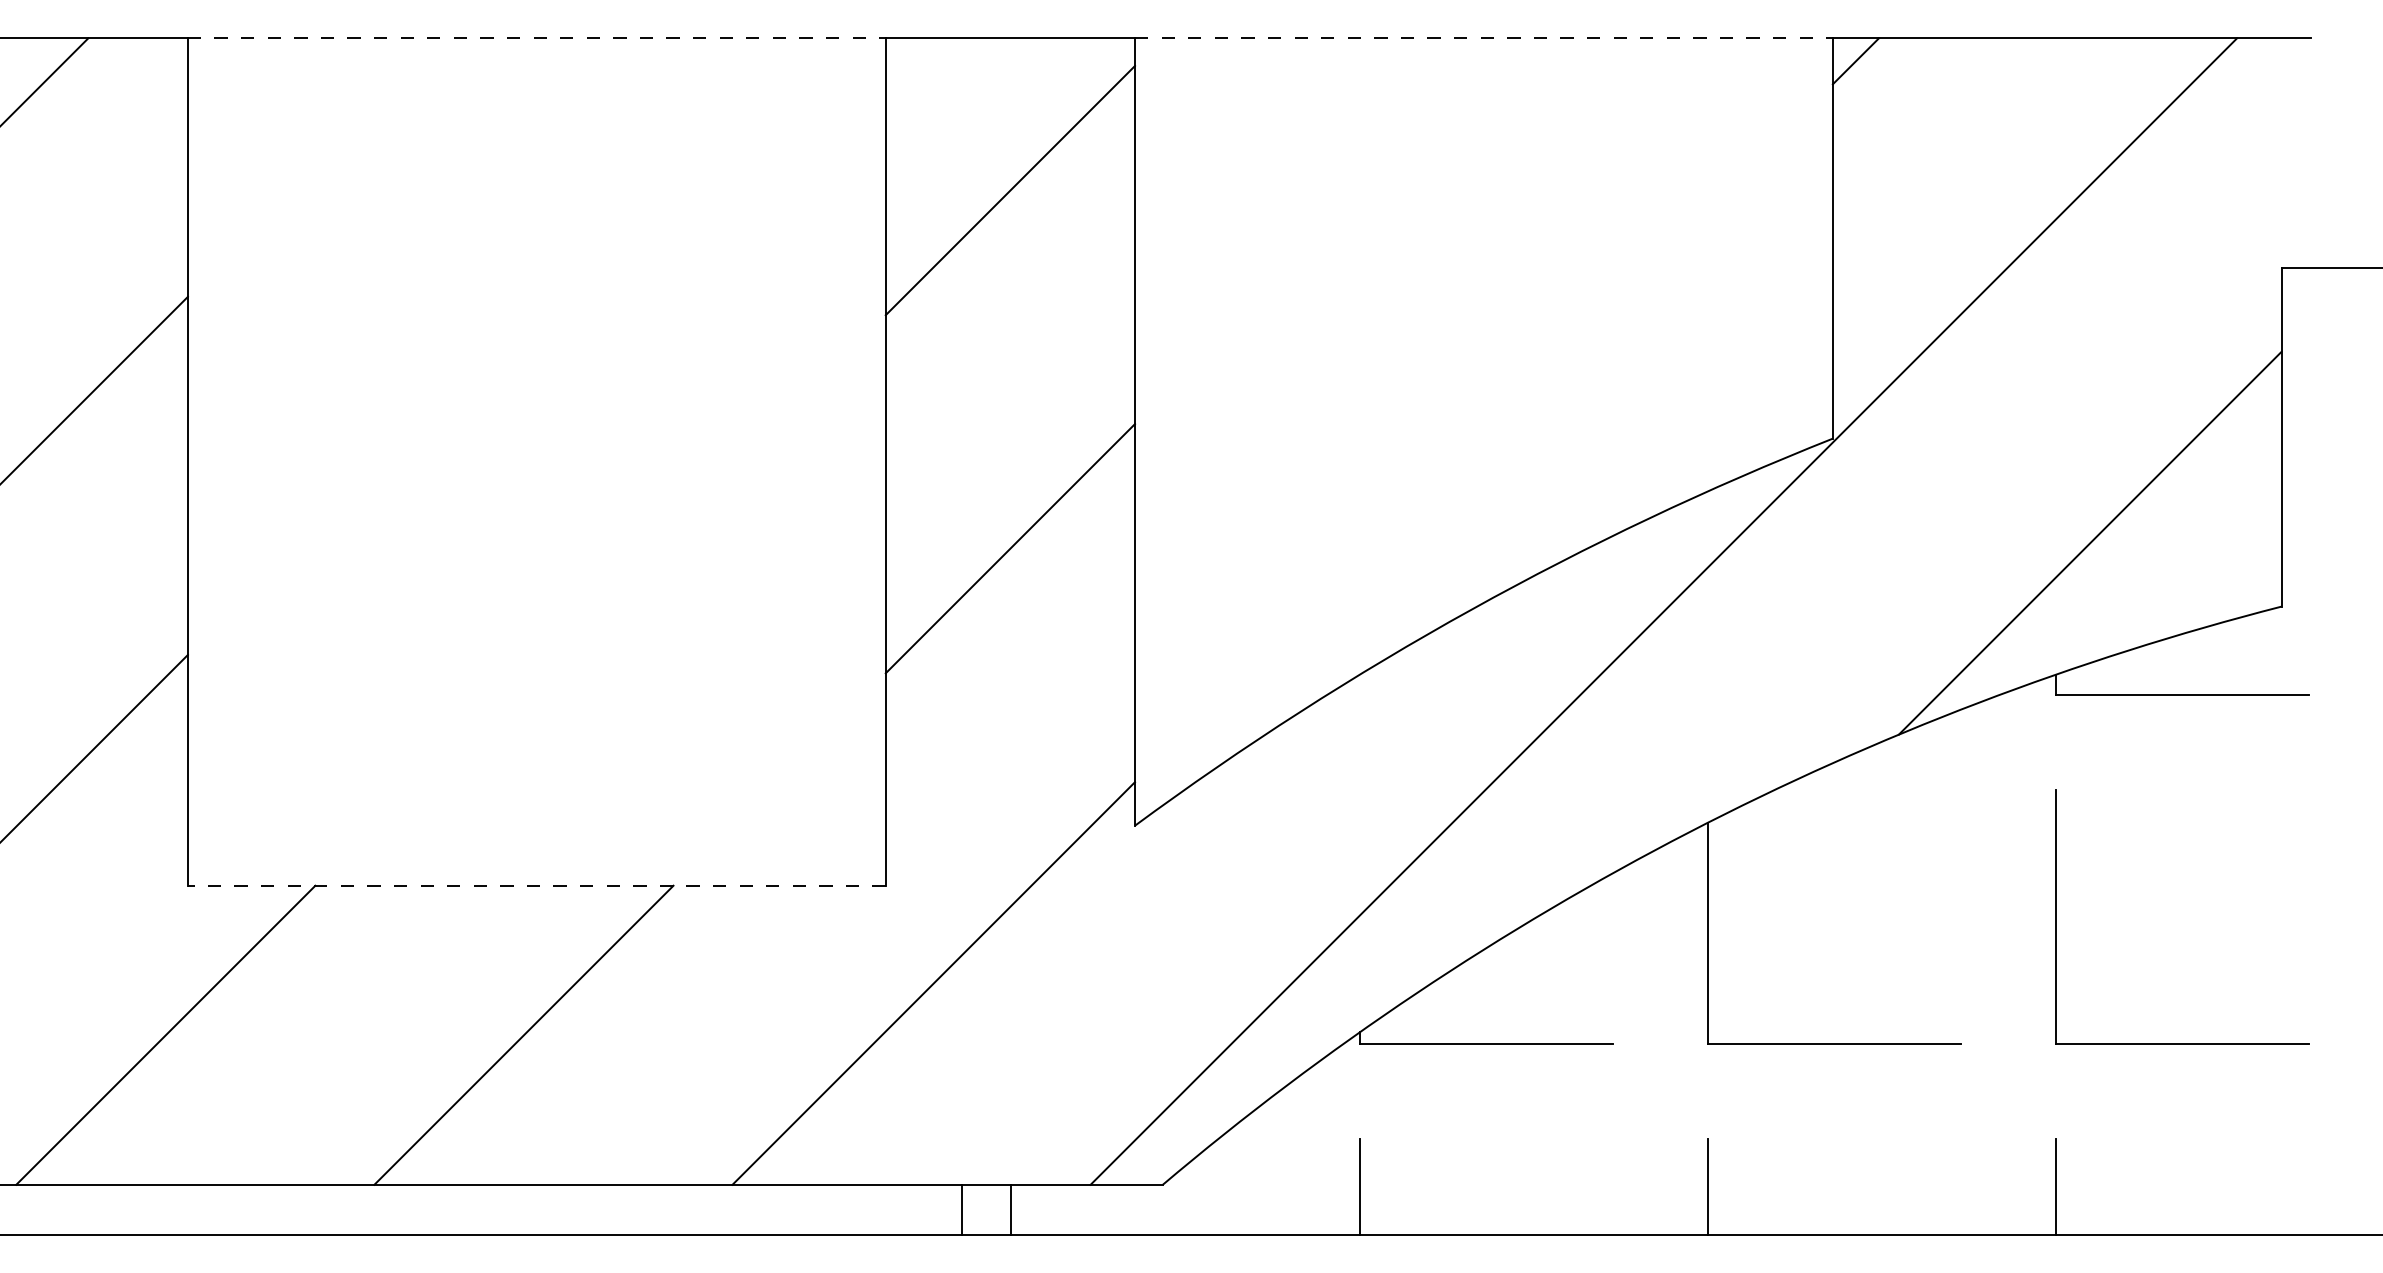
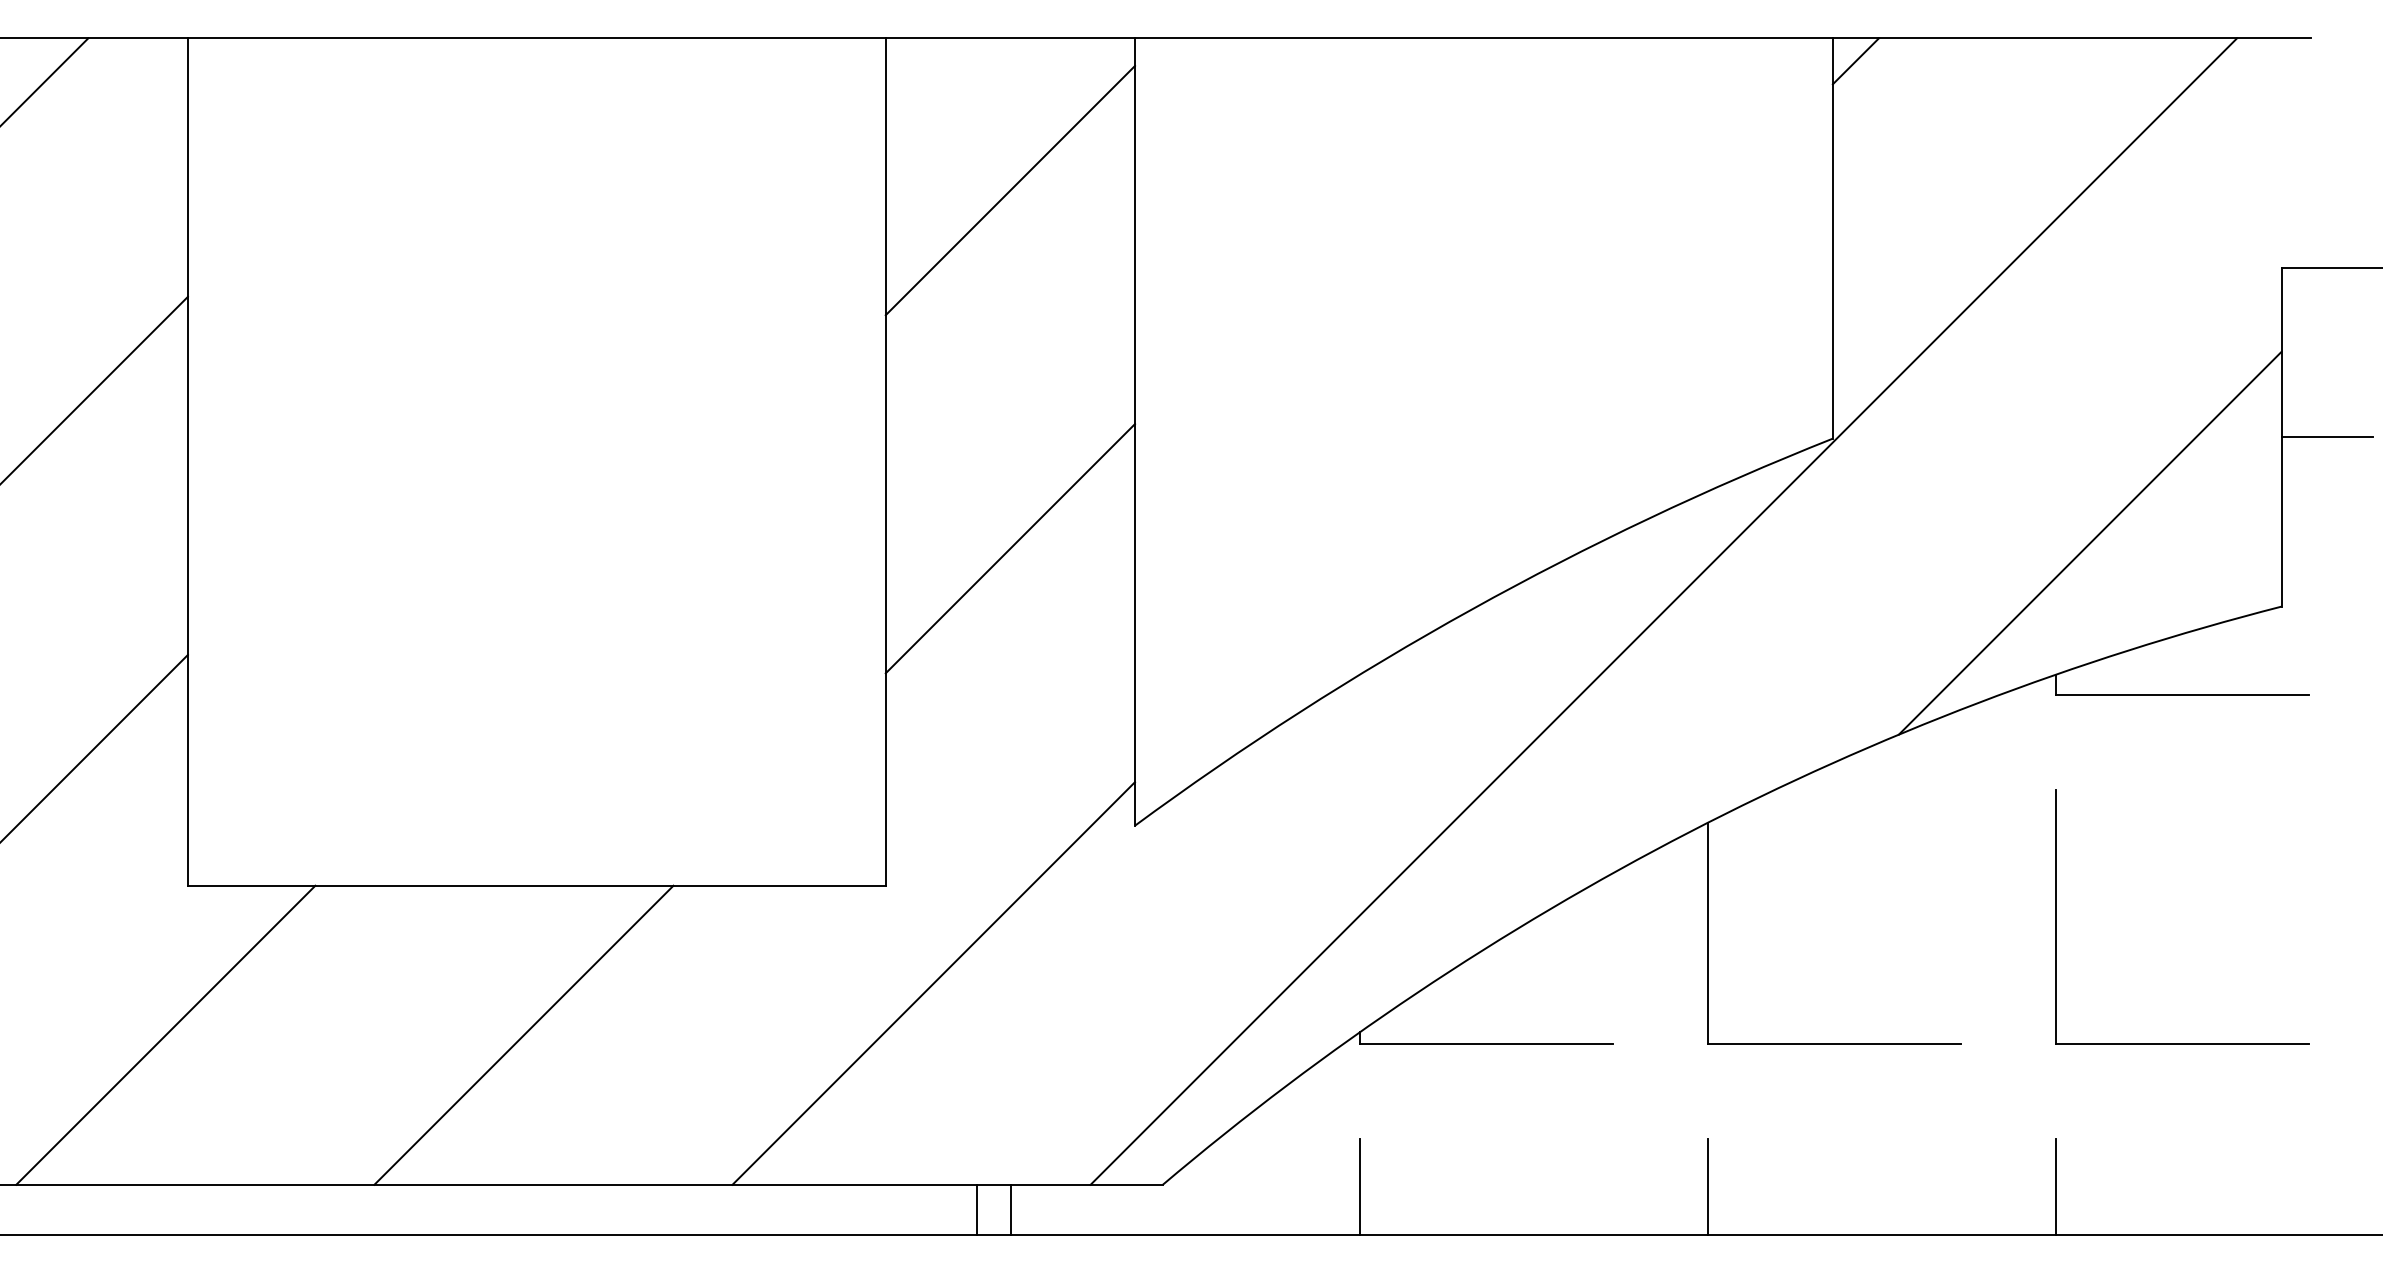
line at (536, 38): dashed -> solid
line at (1483, 38): dashed -> solid
line at (2327, 437): none -> present
line at (536, 885): dashed -> solid
line at (962, 1209) position: (962, 1209) -> (977, 1209)
